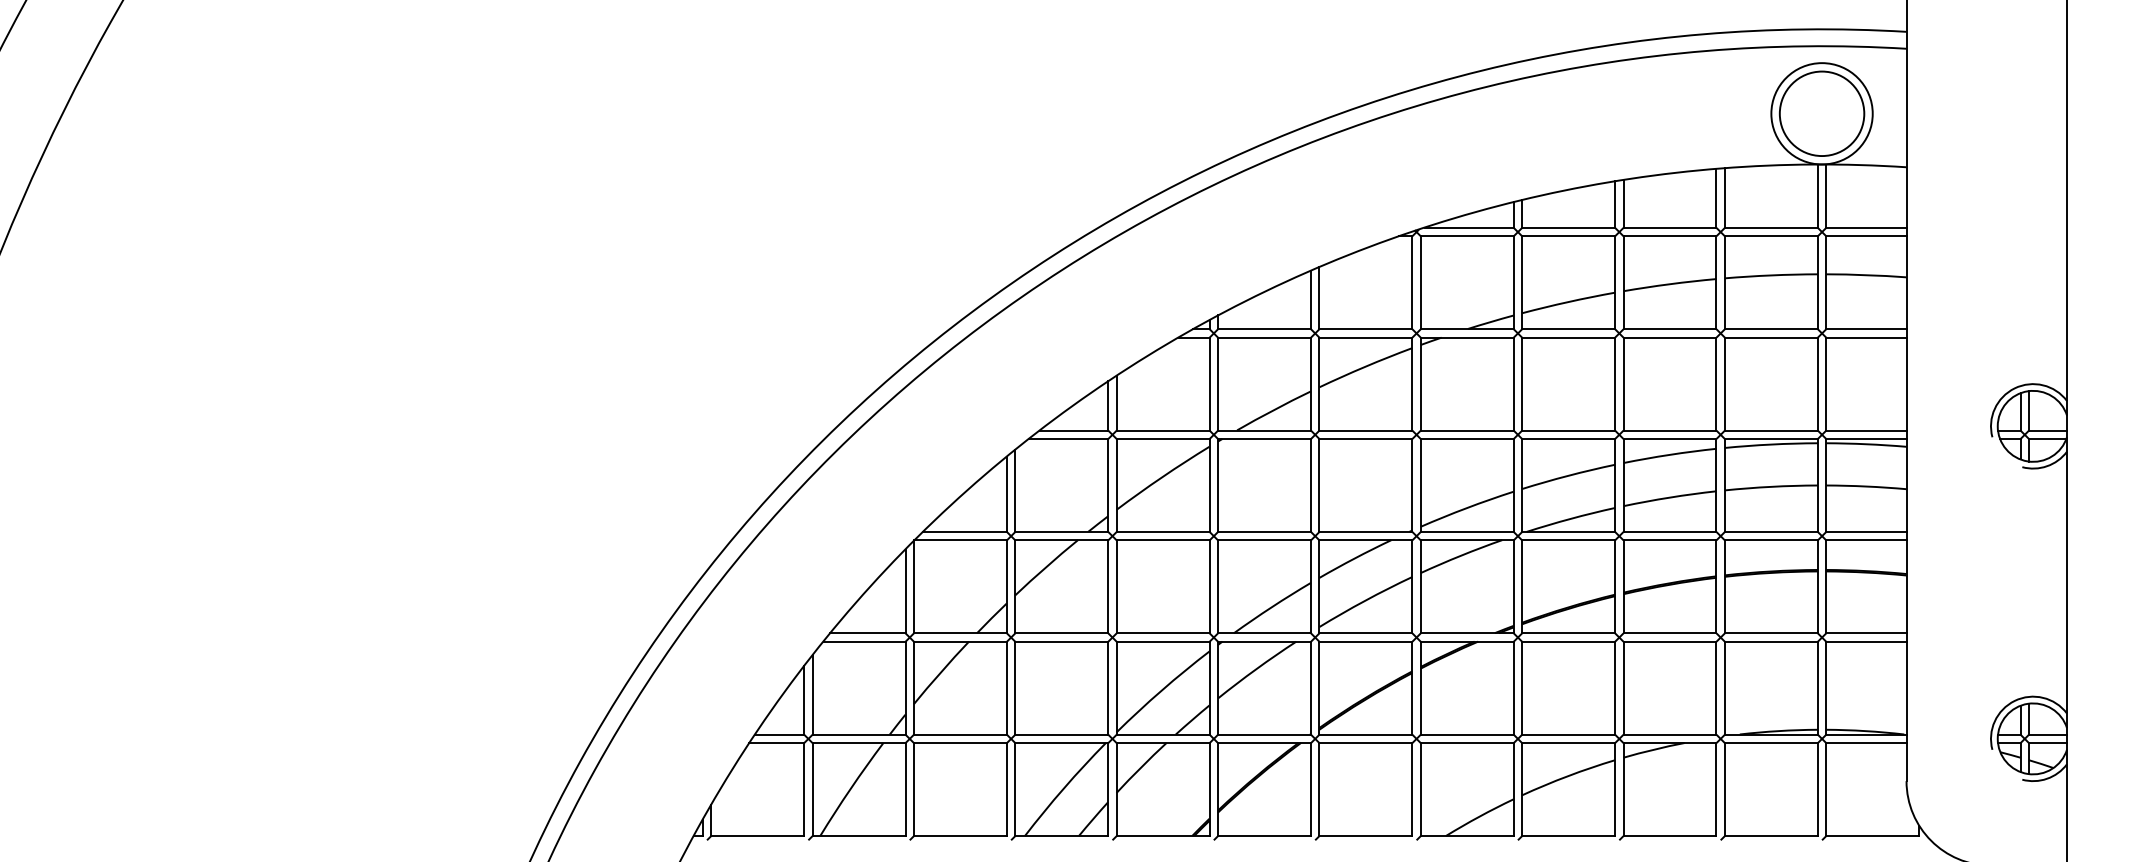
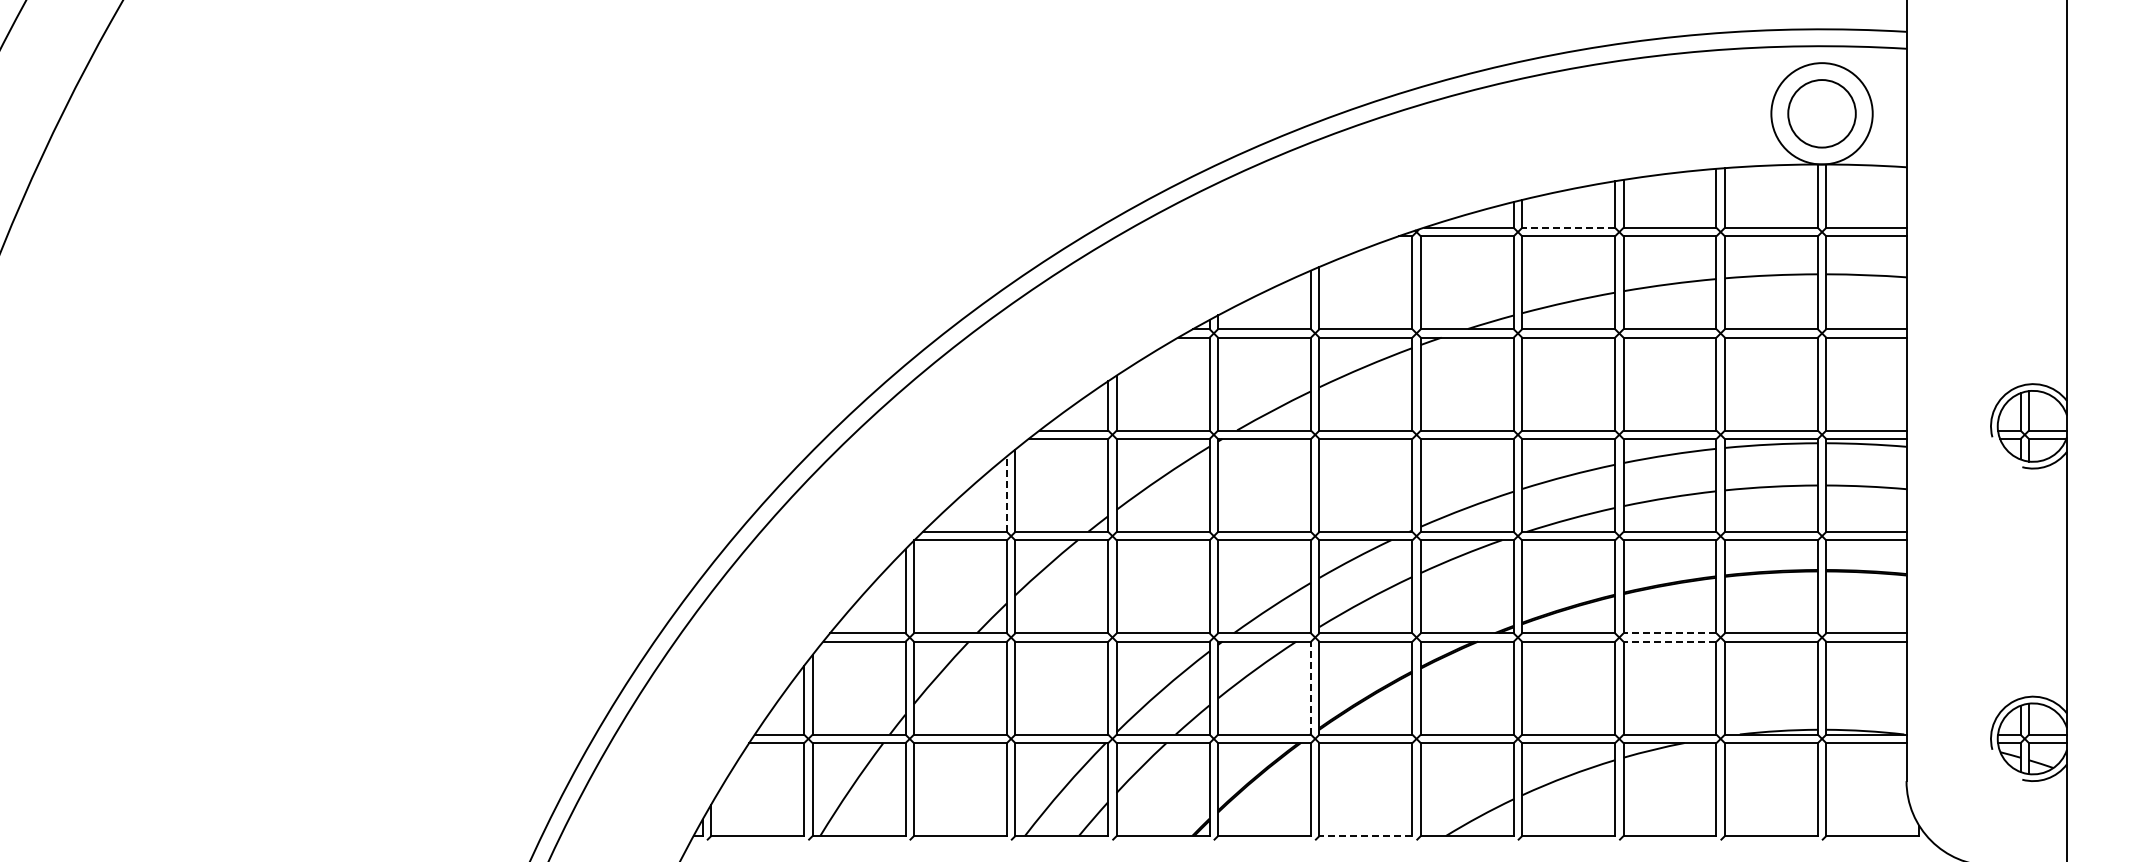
circle at (1821, 113) diameter: 84 px -> 68 px
line at (1568, 227): solid -> dashed
line at (1006, 494): solid -> dashed
line at (1669, 633): solid -> dashed
line at (1669, 641): solid -> dashed
line at (1311, 687): solid -> dashed
line at (1365, 836): solid -> dashed
